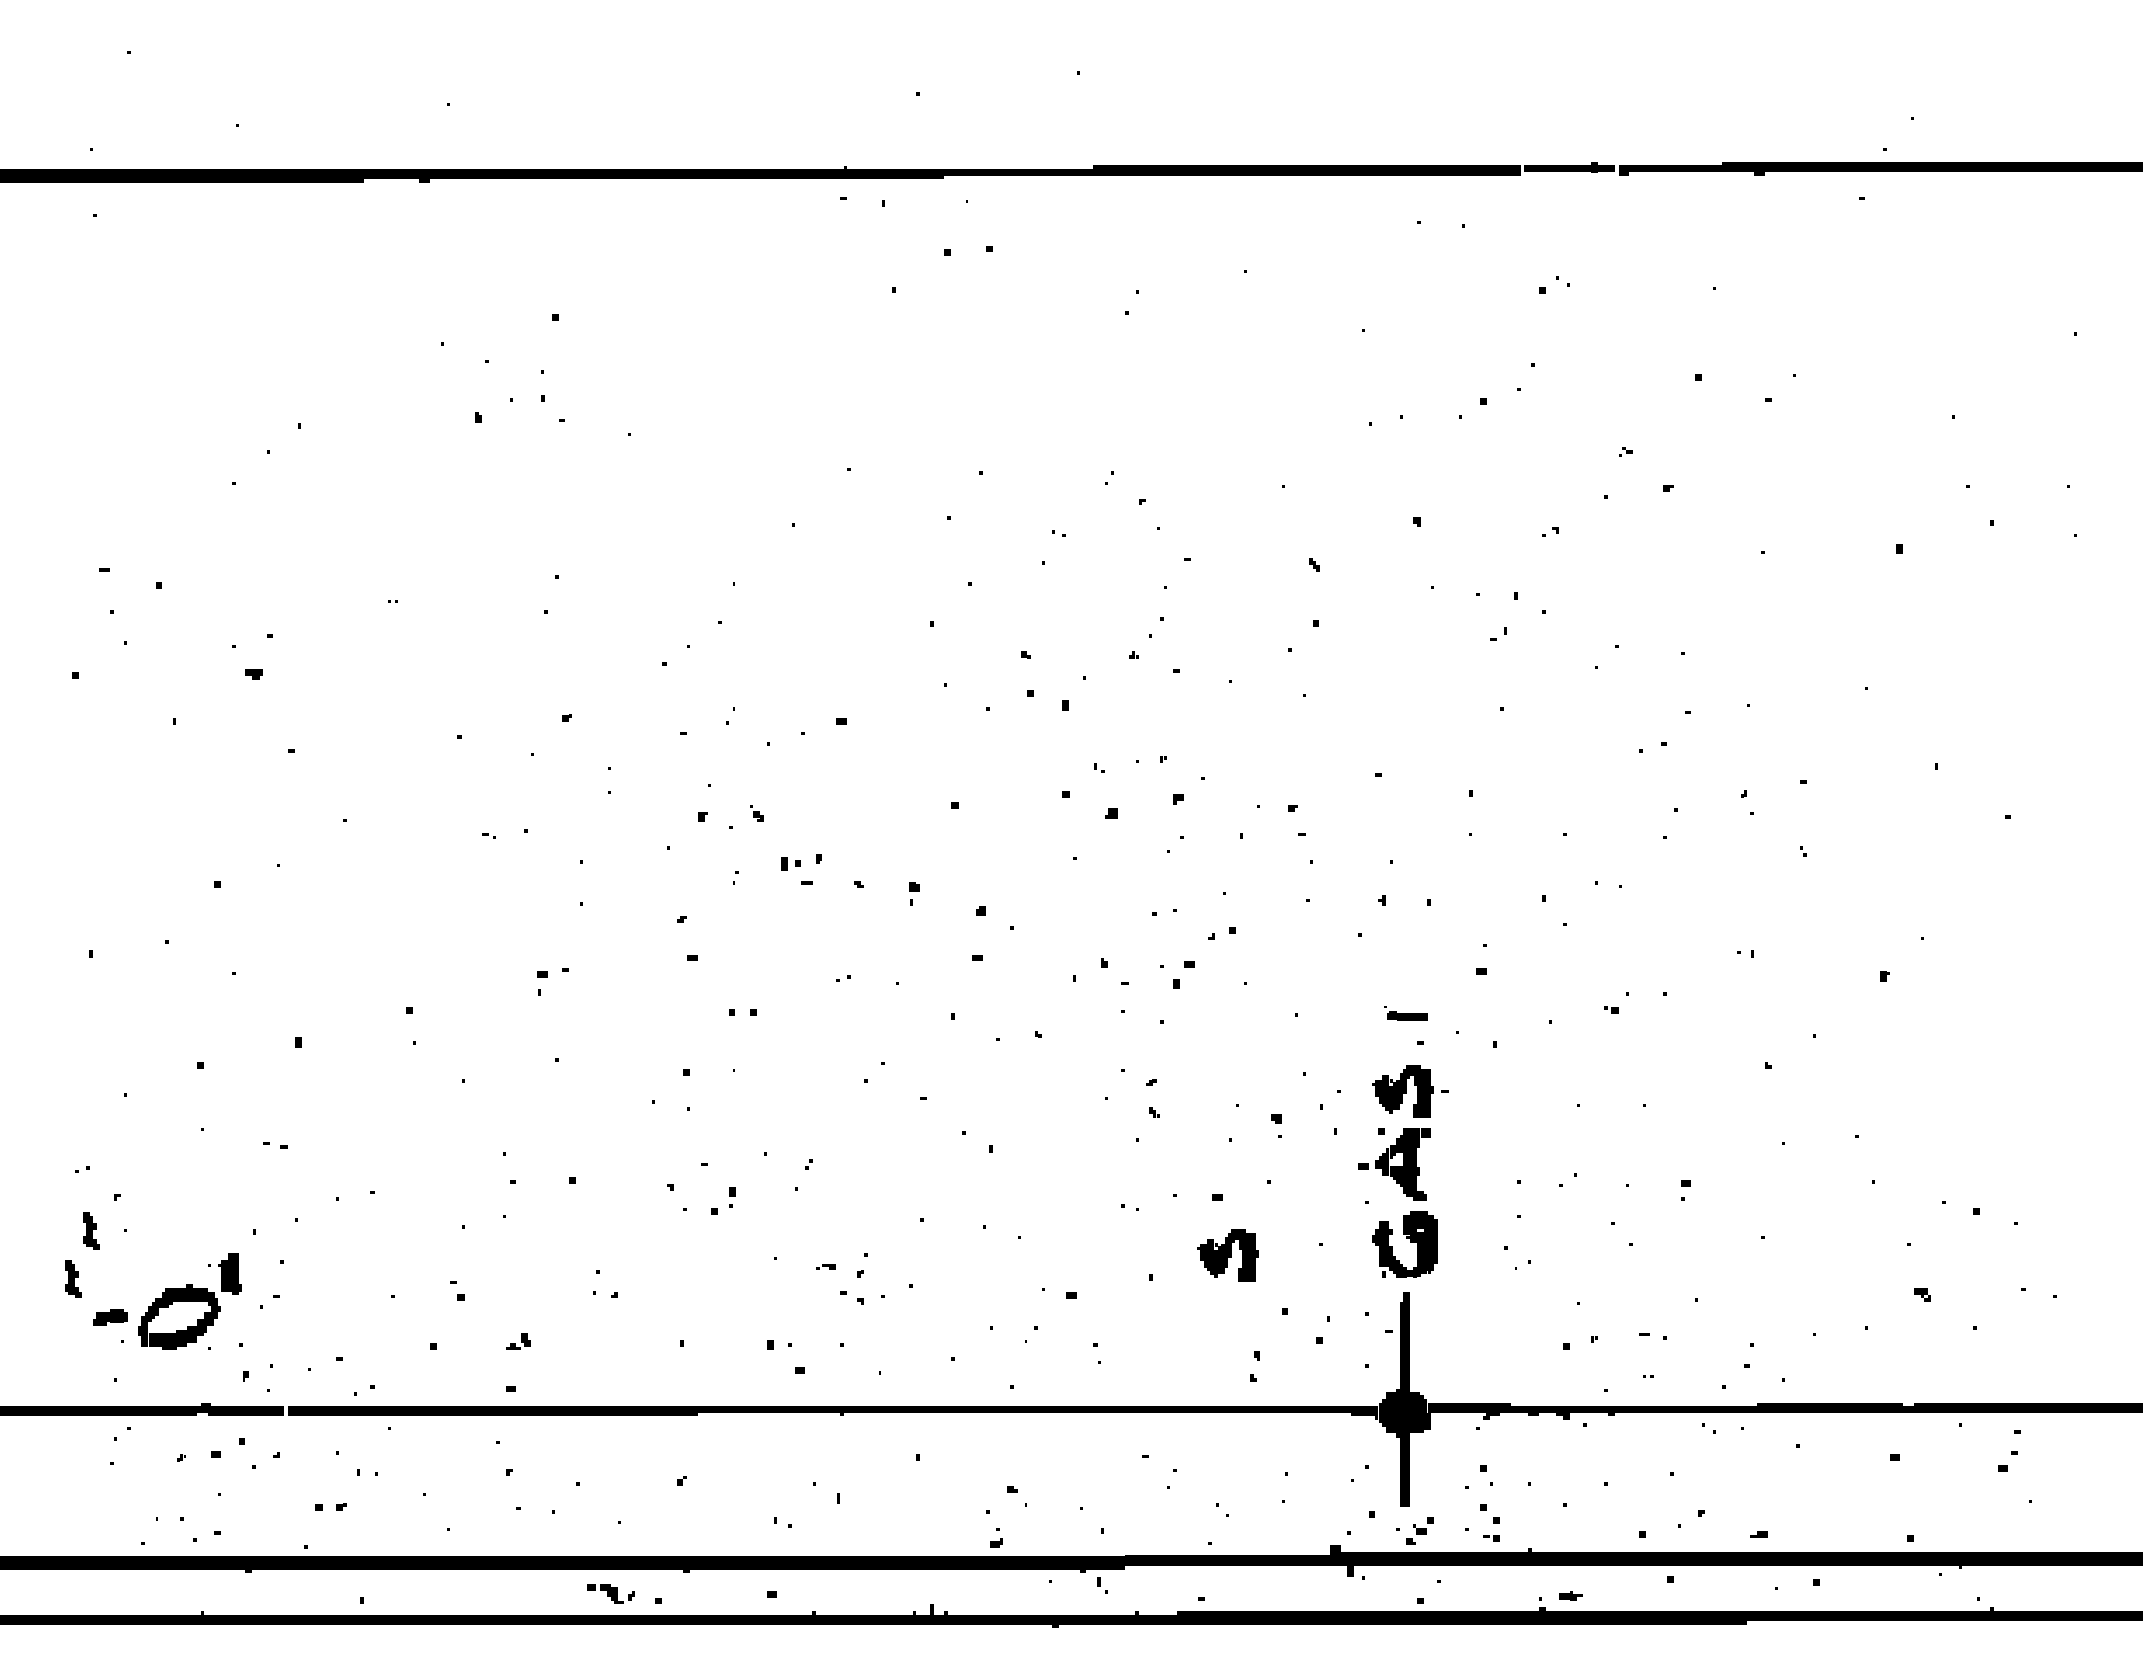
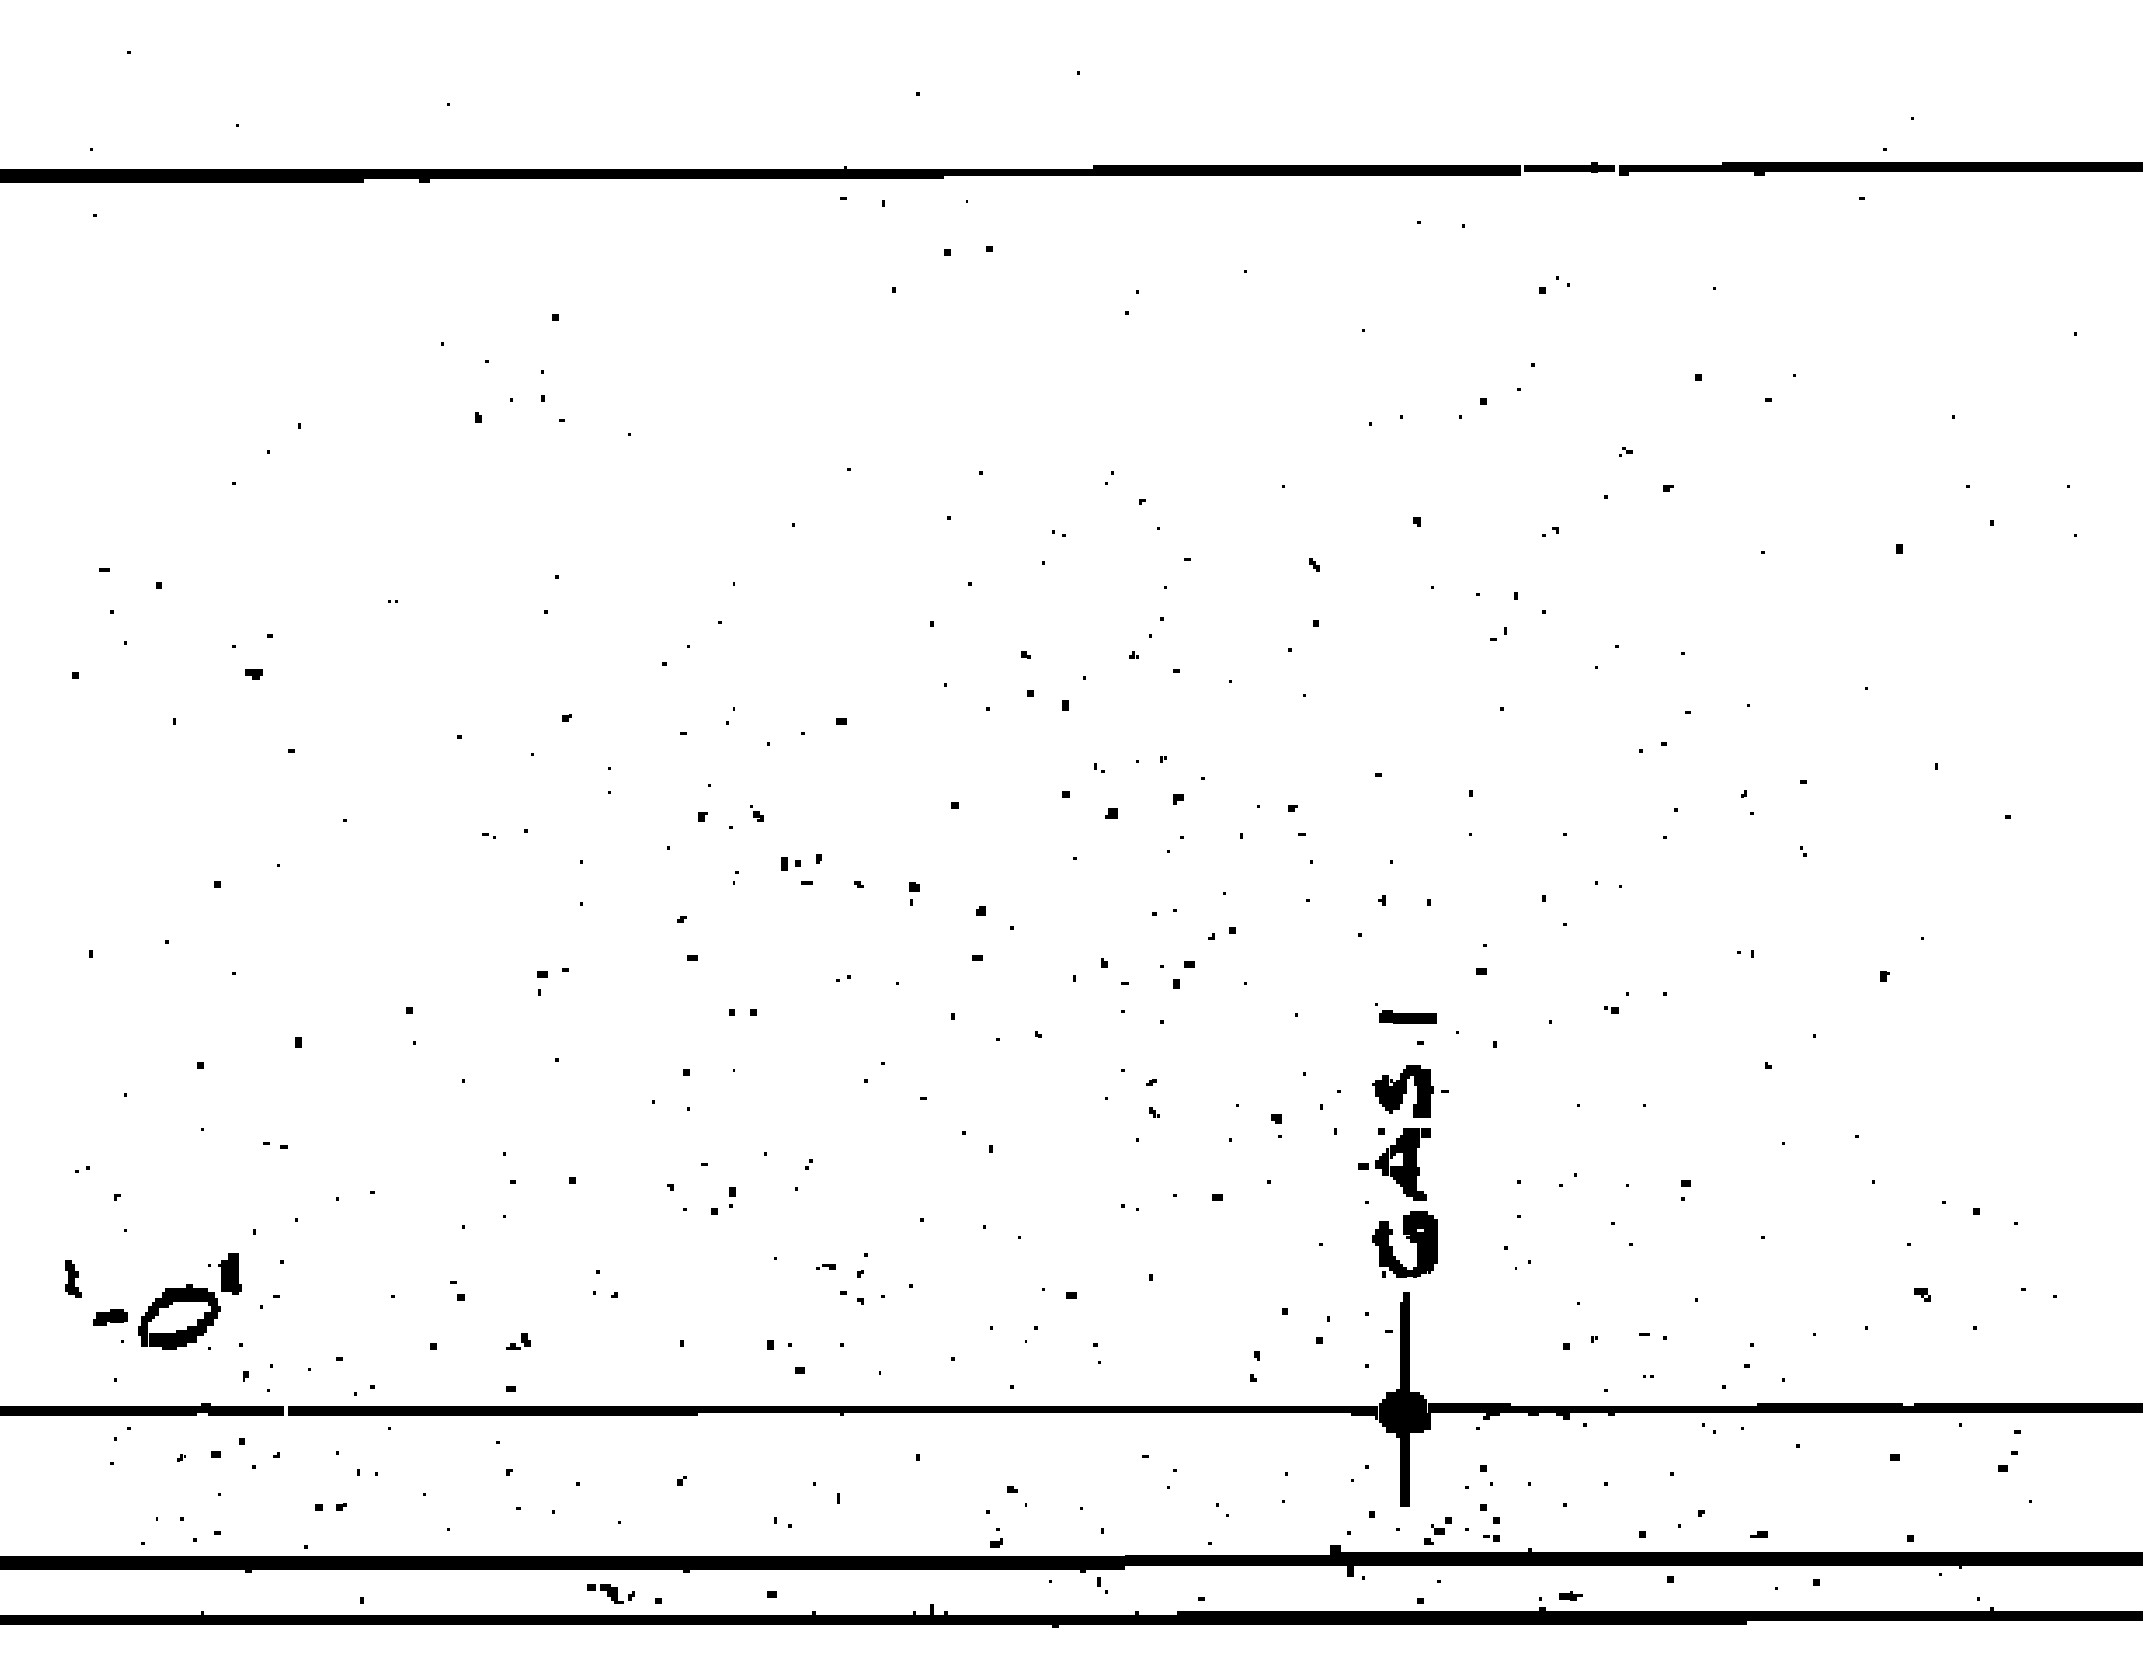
part at (1405, 1013) size: 44x15 px -> 62x21 px
part at (91, 1230): present -> none
part at (1227, 1255): present -> none
part at (1419, 1530) position: (1419, 1530) -> (1437, 1530)
